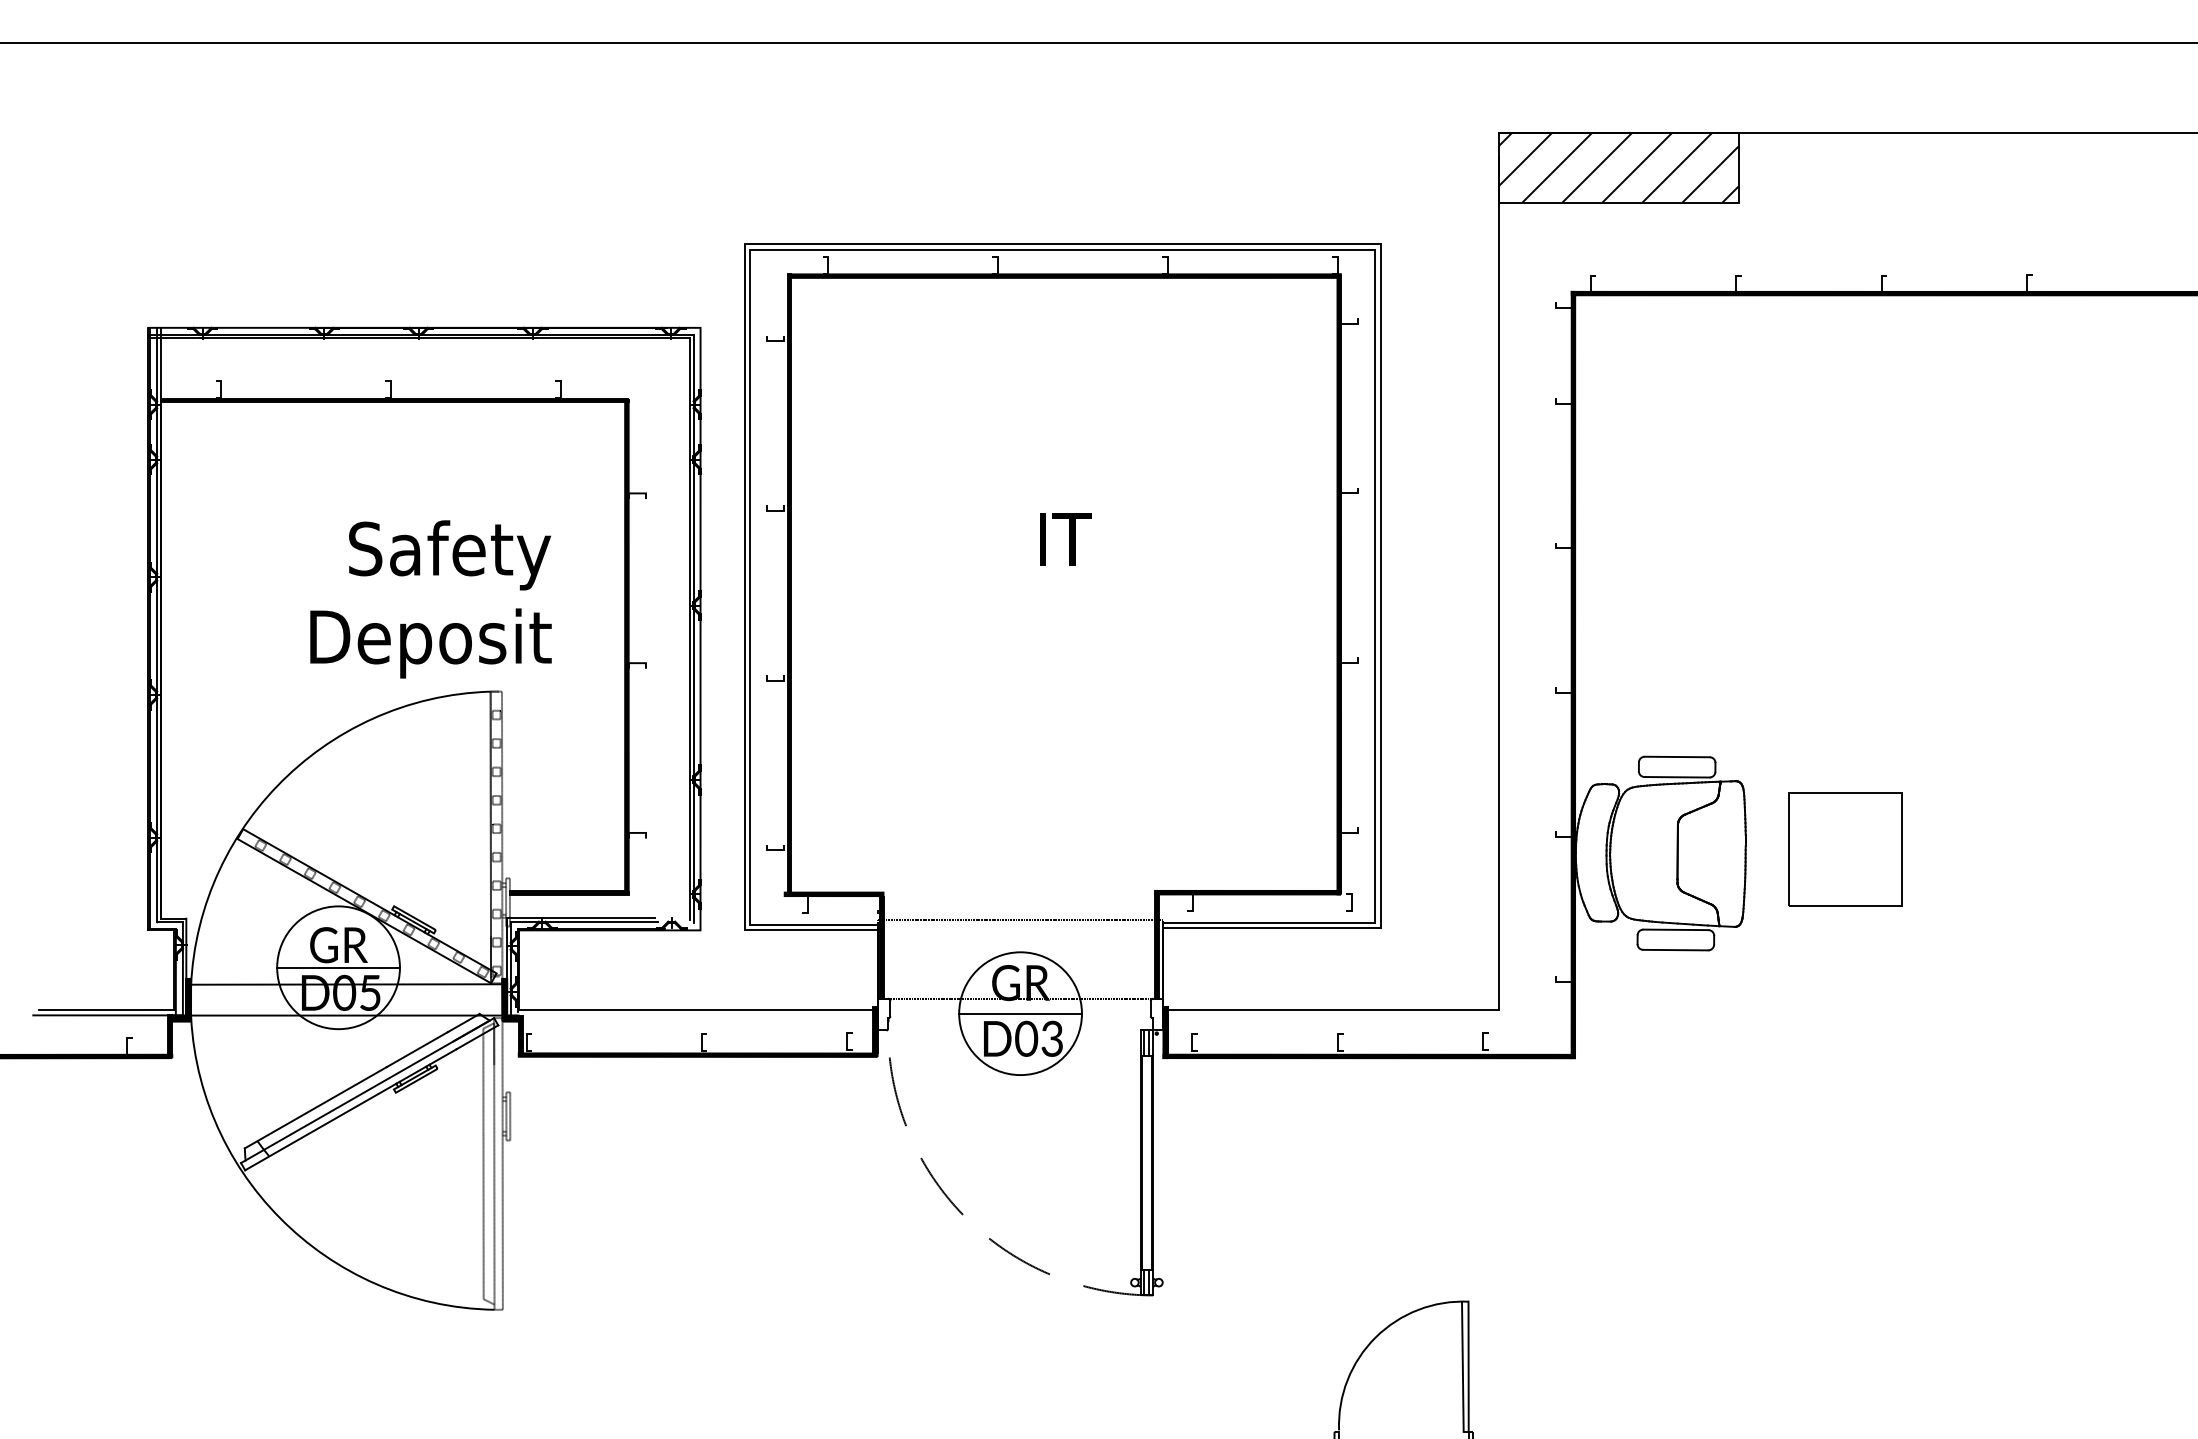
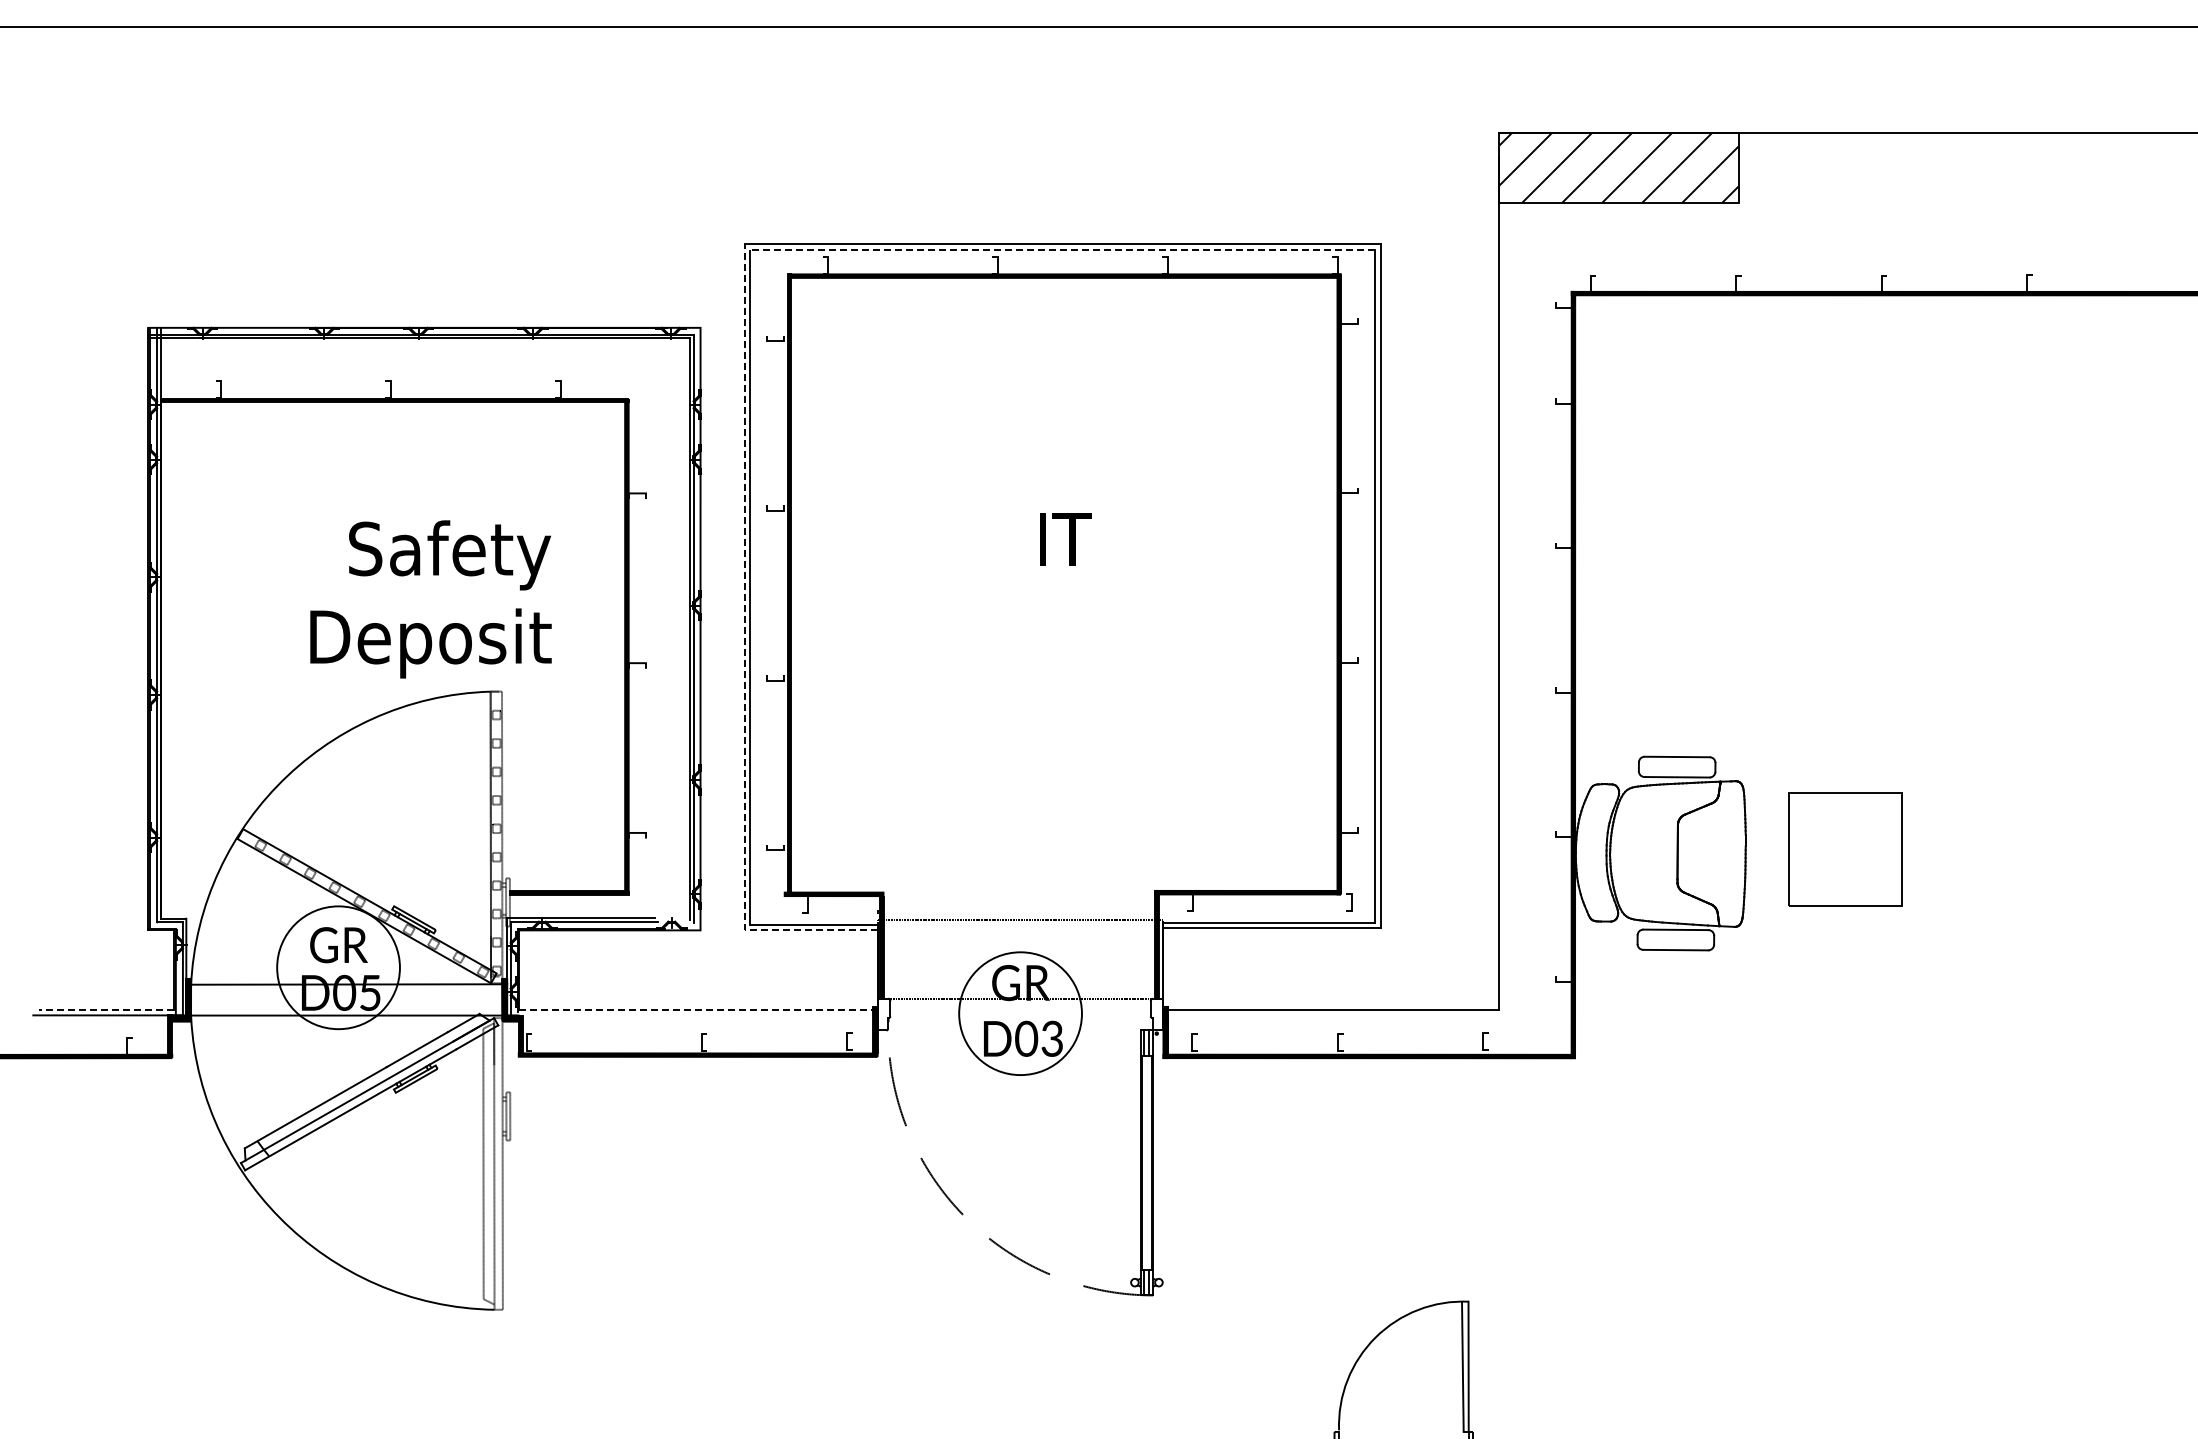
line at (1098, 43) position: (1098, 43) -> (1098, 27)
line at (1062, 250): solid -> dashed
line at (744, 653): solid -> dashed
line at (338, 967): present -> none
line at (106, 1009): solid -> dashed
line at (699, 1009): solid -> dashed
line at (1020, 1013): present -> none
